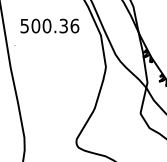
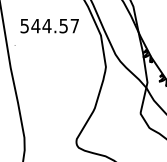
text at (55, 25): 500.36 -> 544.57
